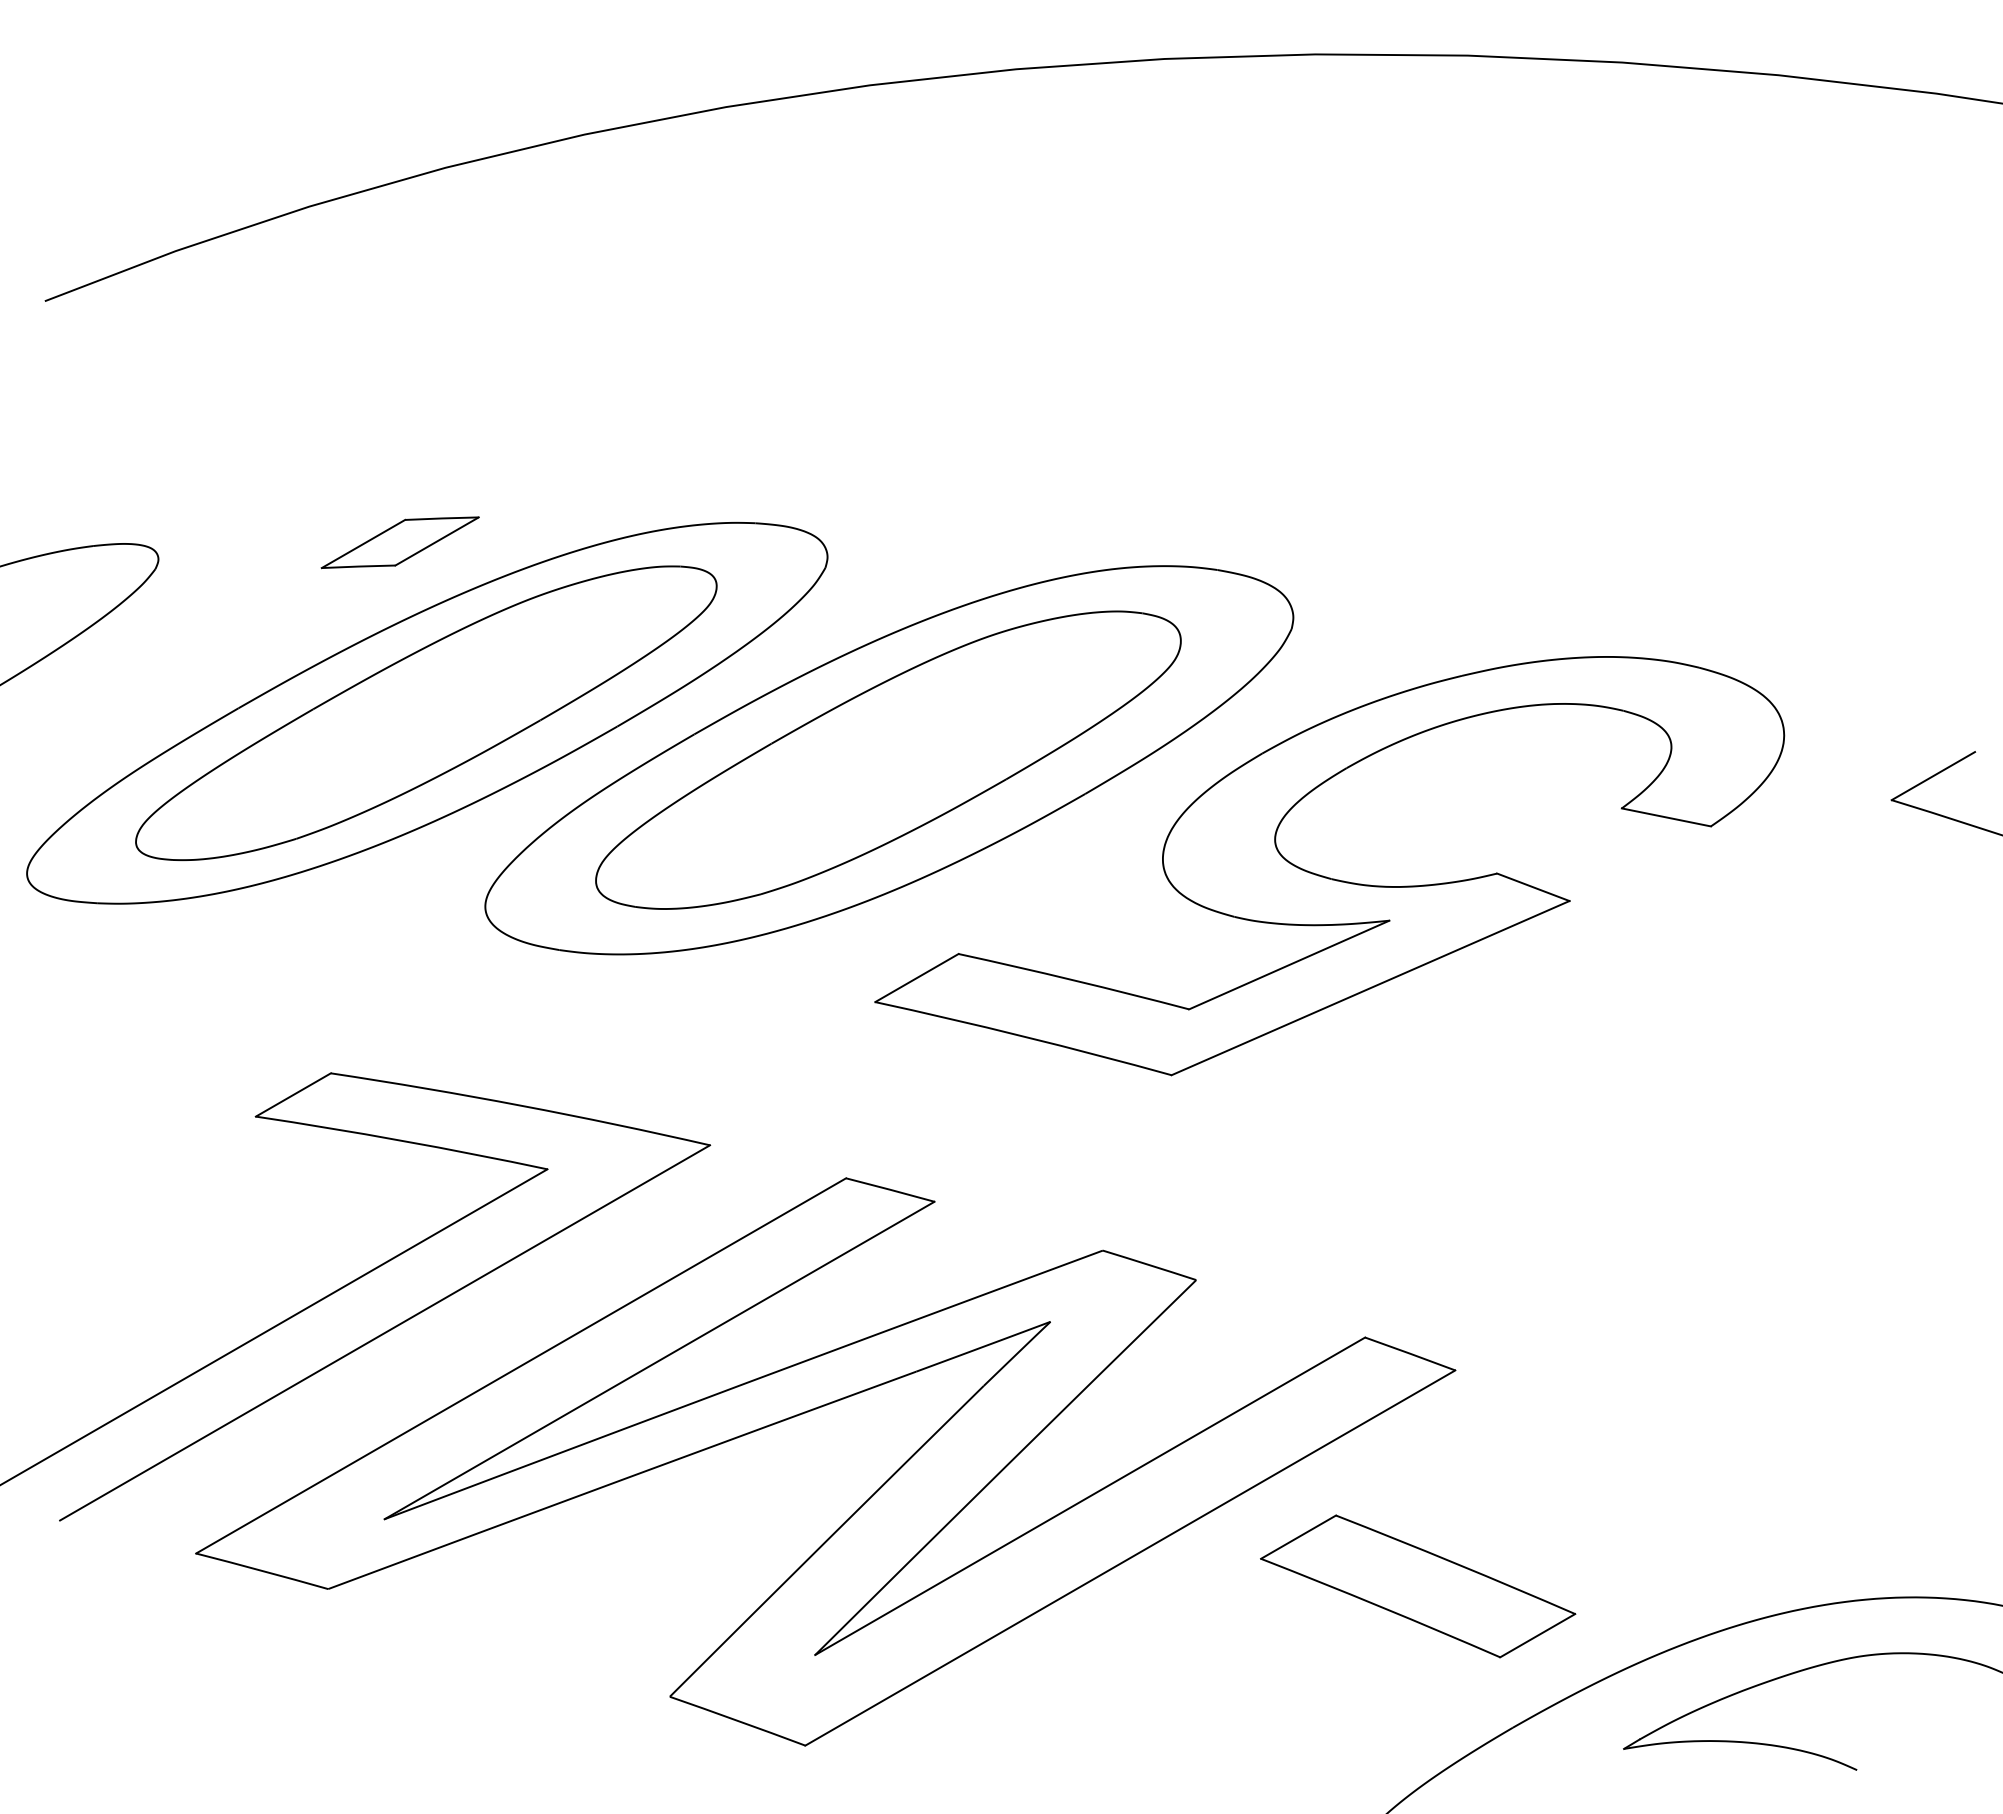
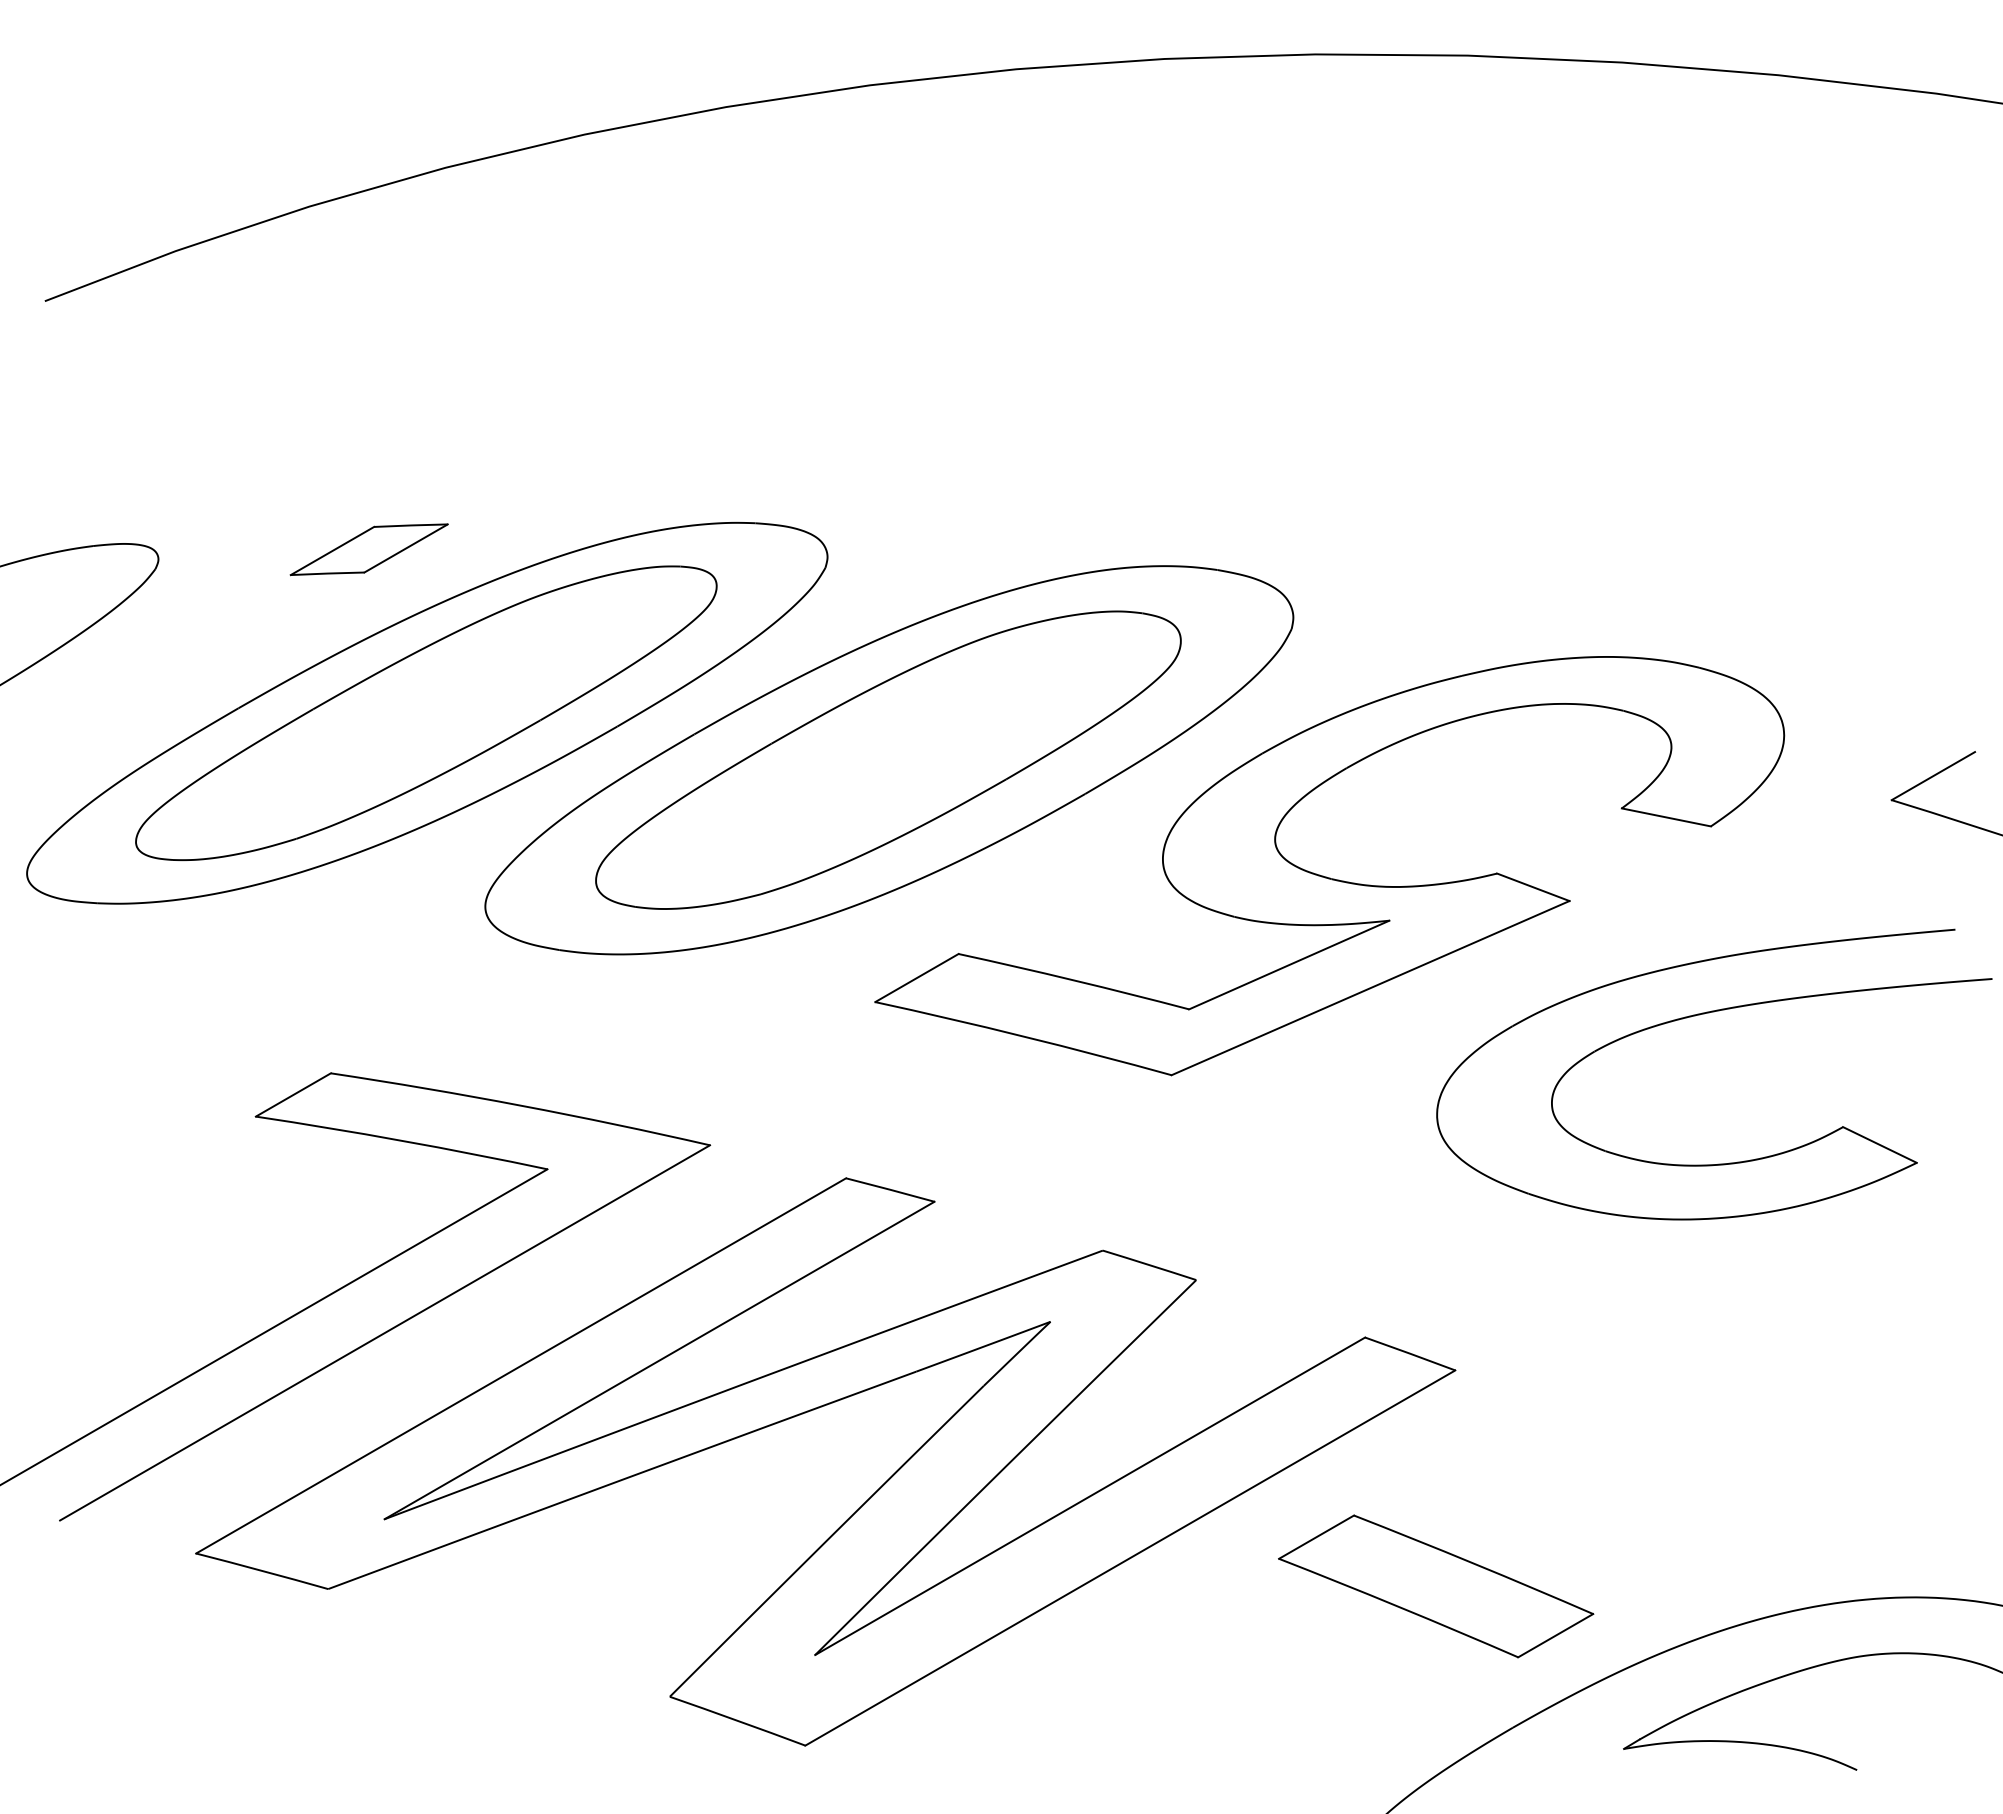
part at (399, 542) position: (399, 542) -> (368, 549)
part at (1704, 1014): none -> present
part at (1418, 1586) position: (1418, 1586) -> (1436, 1586)
